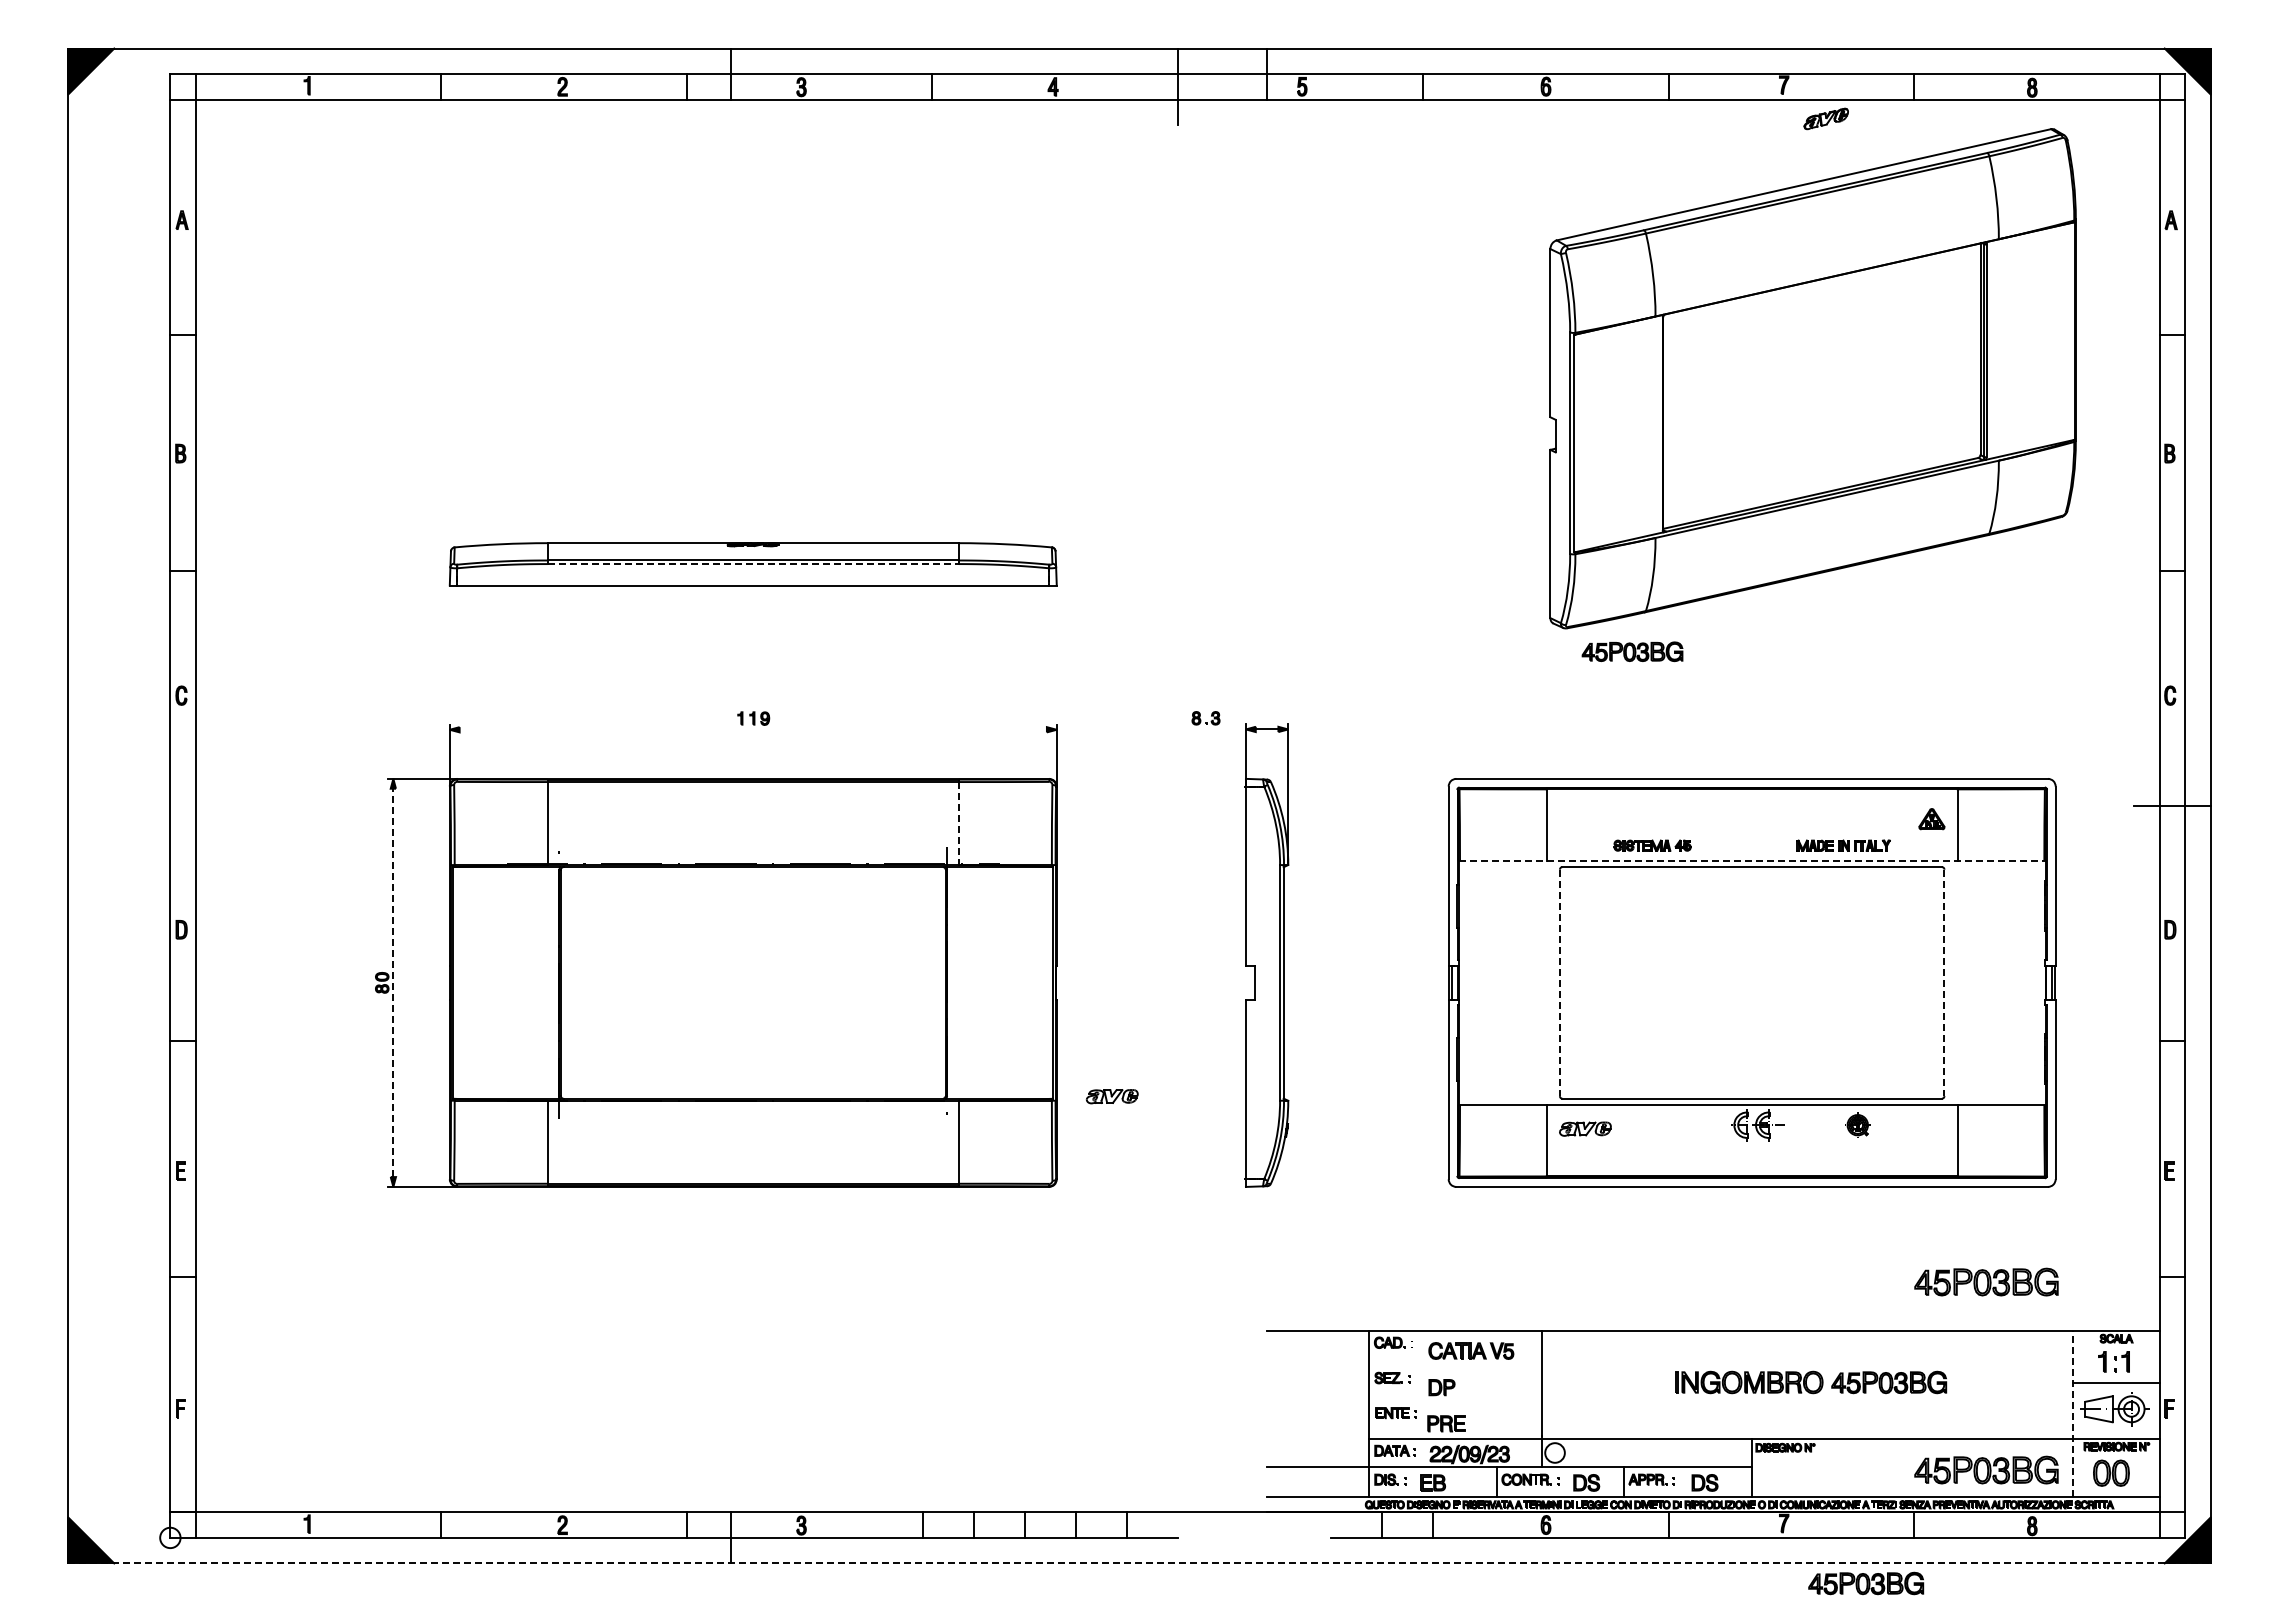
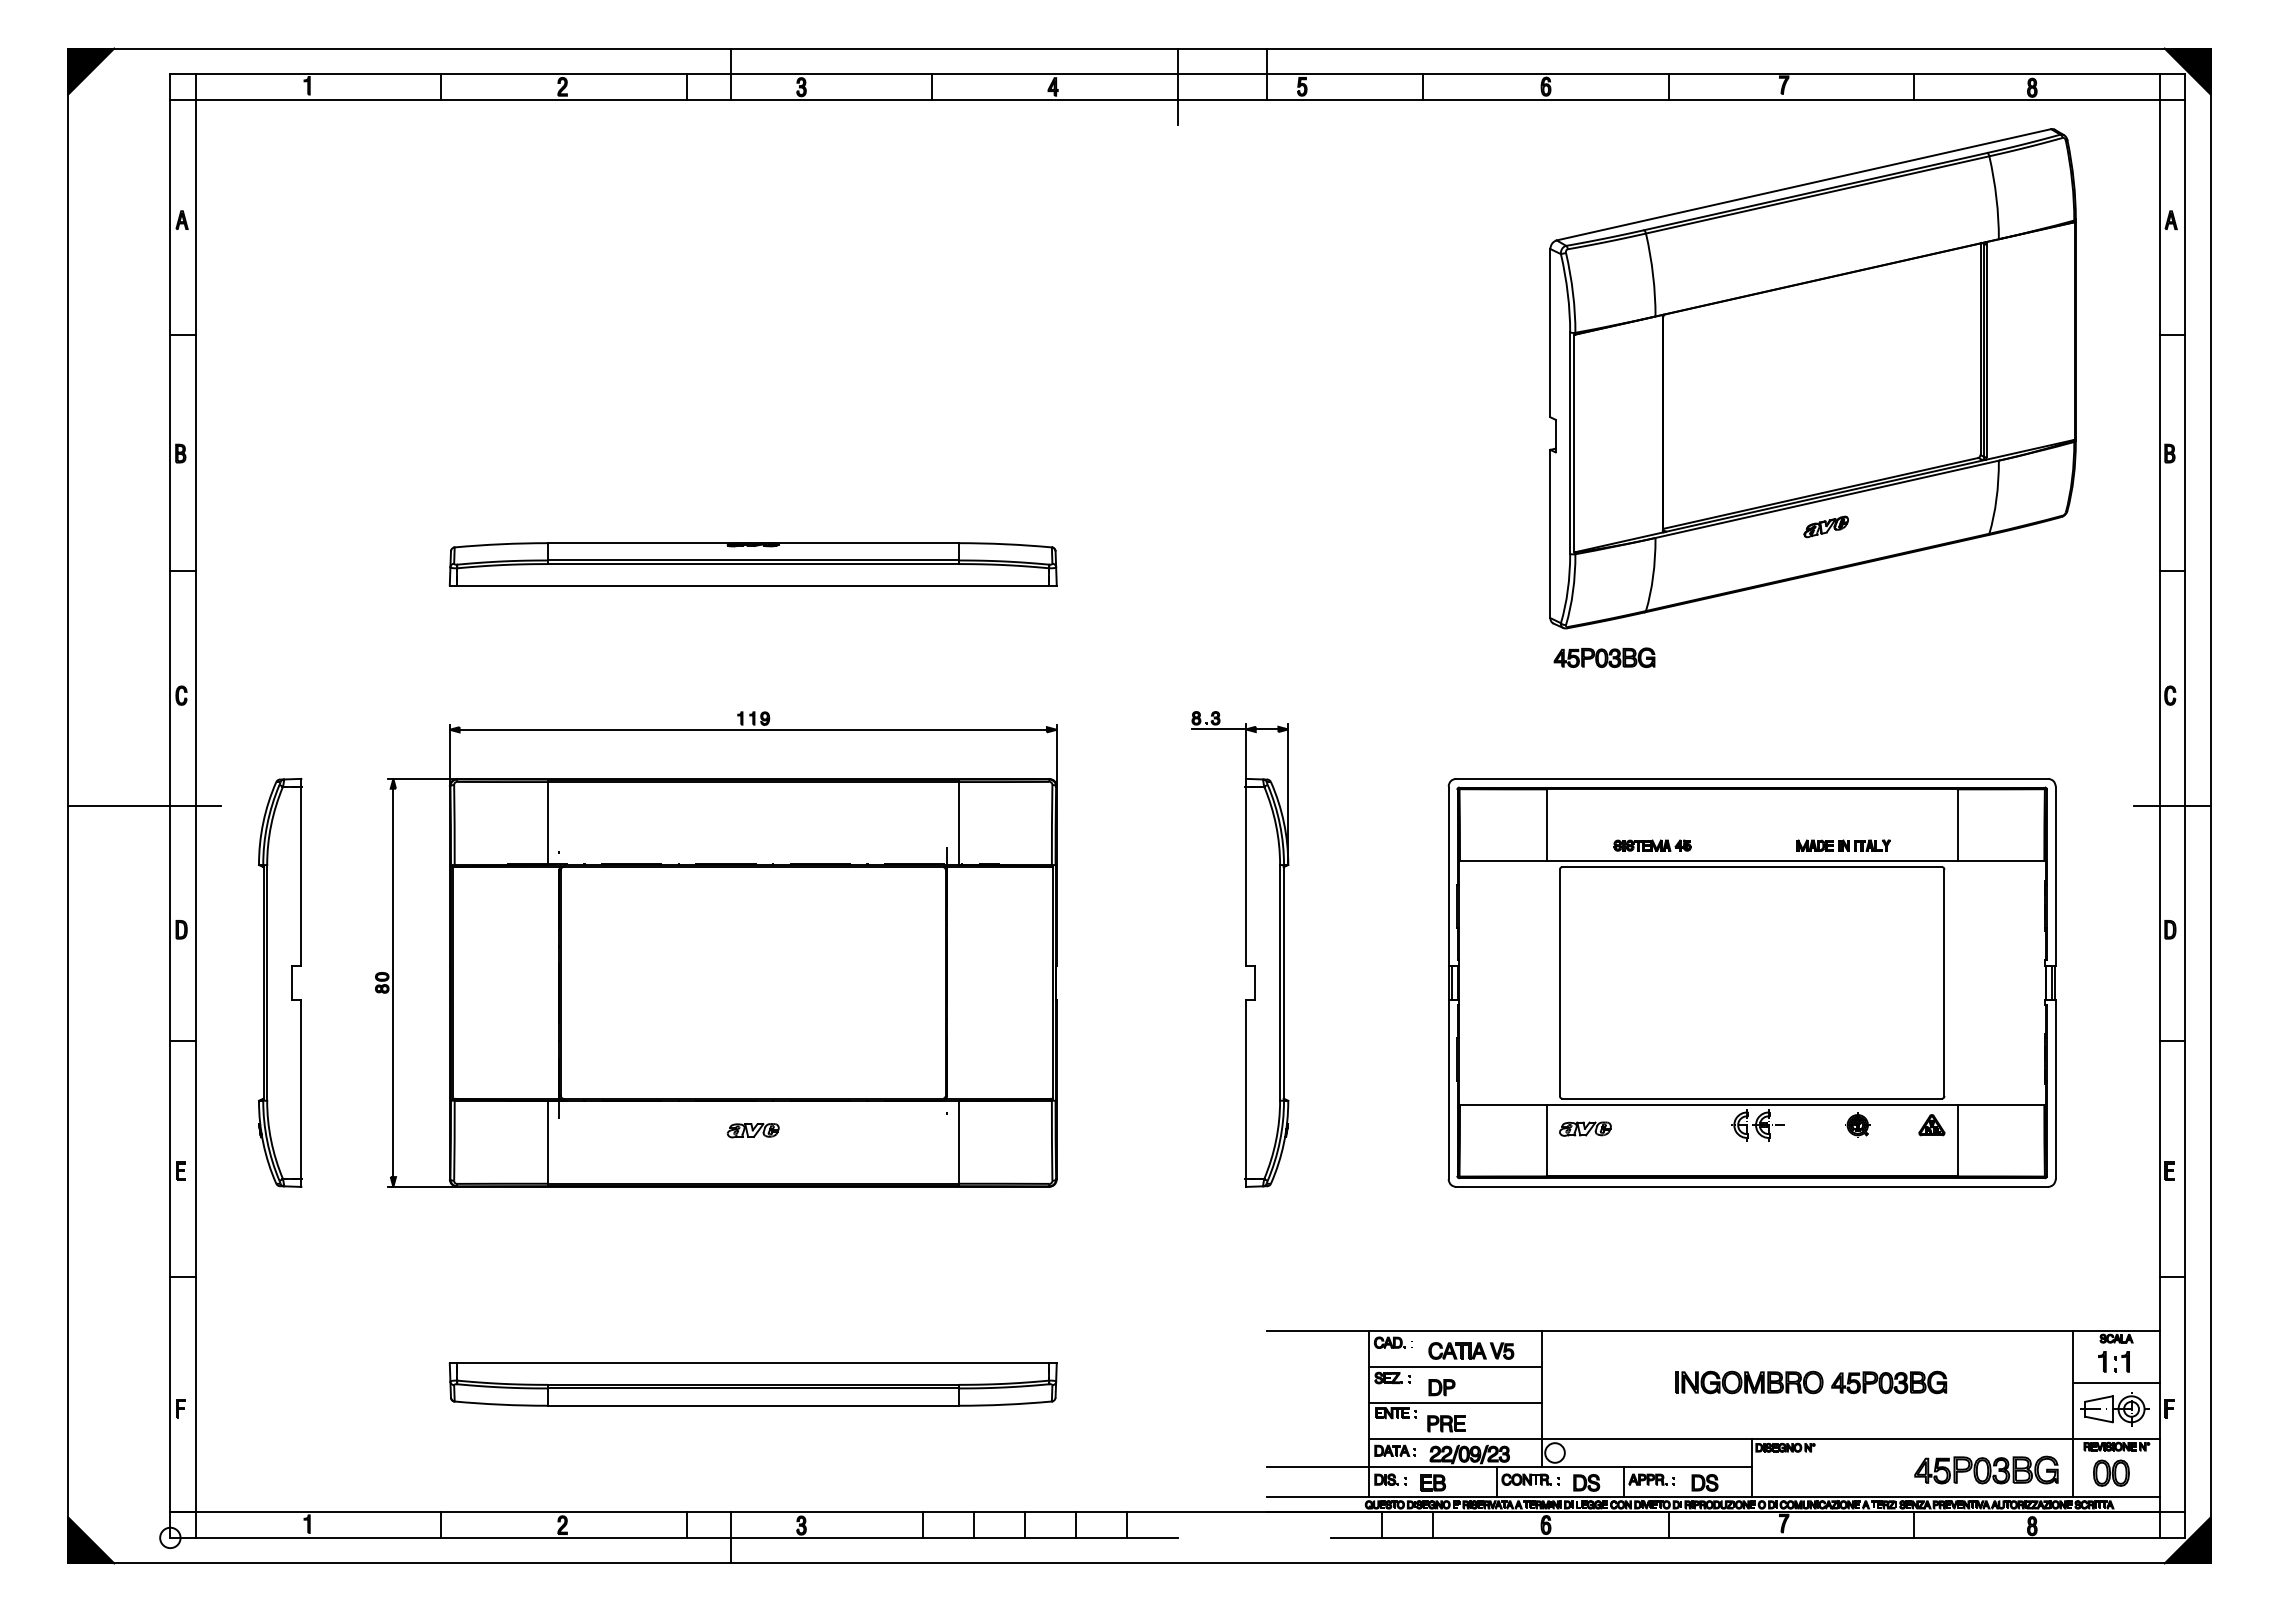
part at (1825, 118) position: (1825, 118) -> (1825, 526)
line at (753, 564): dashed -> solid
part at (1632, 651) position: (1632, 651) -> (1604, 657)
line at (752, 729): none -> present
line at (1218, 729): none -> present
line at (144, 806): none -> present
part at (1931, 819) position: (1931, 819) -> (1931, 1125)
line at (958, 823): dashed -> solid
line at (1752, 861): dashed -> solid
part at (280, 982): none -> present
line at (393, 982): dashed -> solid
line at (1559, 983): dashed -> solid
line at (1944, 983): dashed -> solid
part at (1111, 1096) position: (1111, 1096) -> (752, 1130)
part at (1986, 1281): present -> none
line at (1455, 1367): none -> present
part at (752, 1384): none -> present
line at (1455, 1403): none -> present
line at (2072, 1414): dashed -> solid
line at (1139, 1563): dashed -> solid
part at (1866, 1583): present -> none
